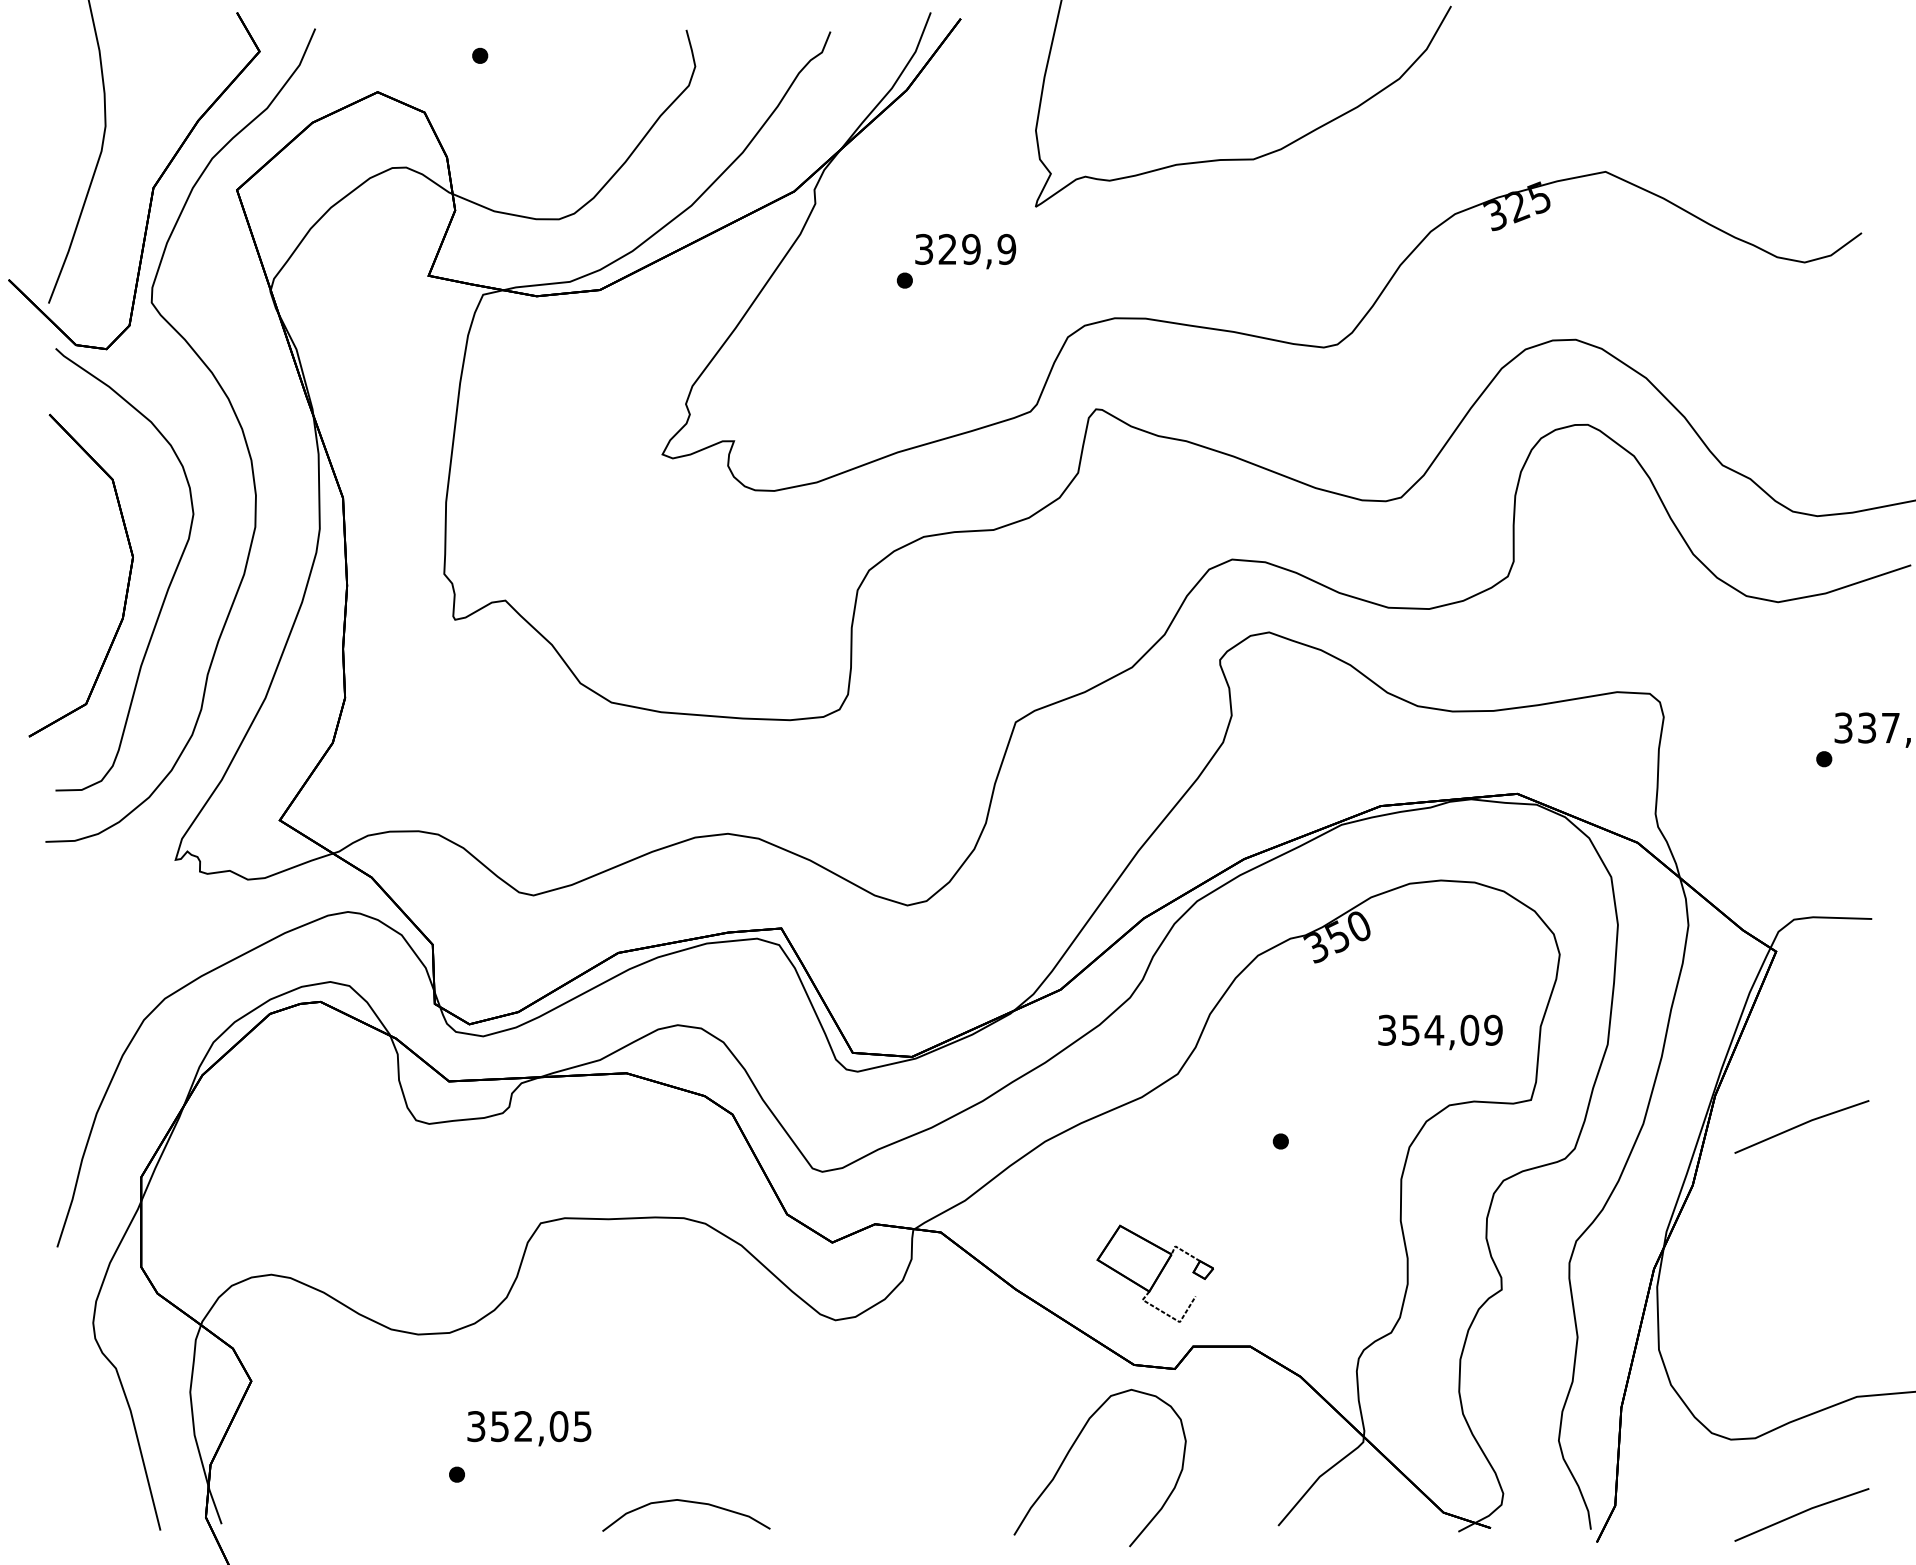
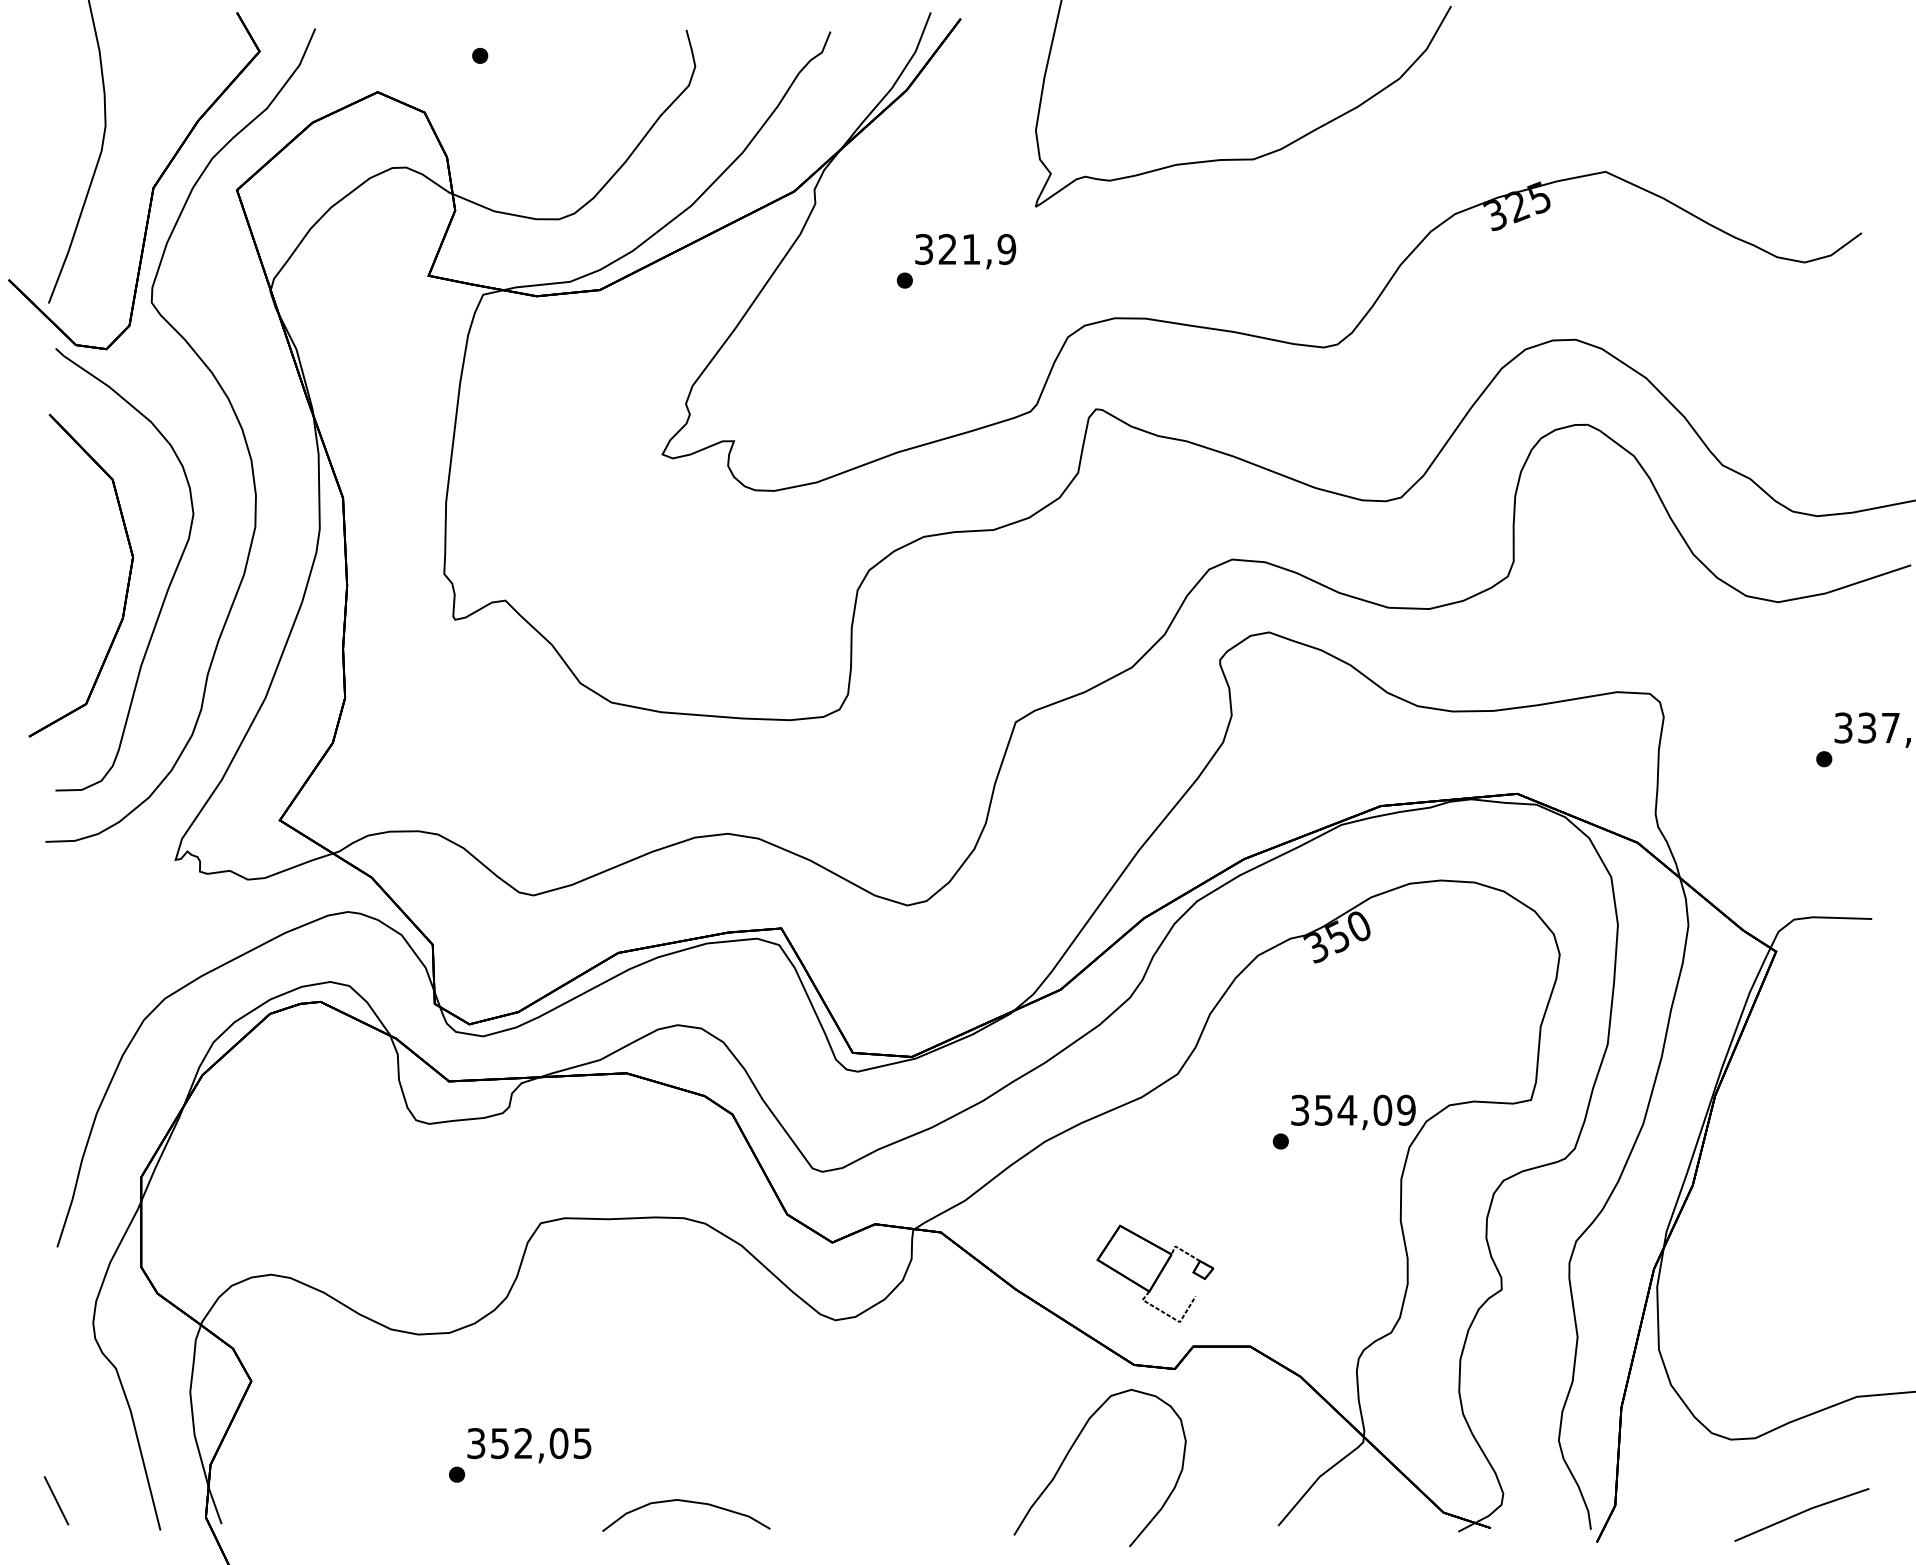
text at (971, 248): 329,9 -> 321,9
text at (1440, 1032) position: (1440, 1032) -> (1353, 1112)
line at (1801, 1125): present -> none
text at (529, 1428) position: (529, 1428) -> (529, 1445)
line at (56, 1500): none -> present
